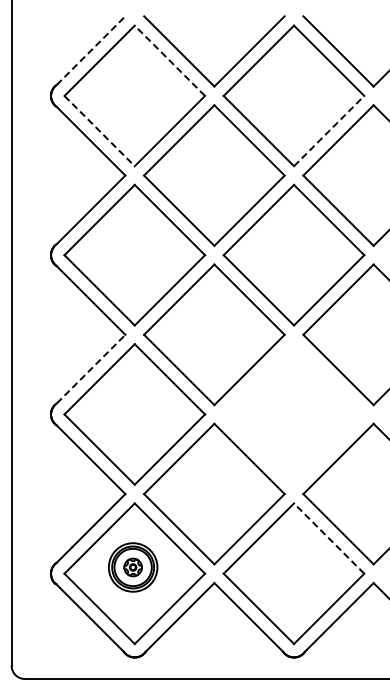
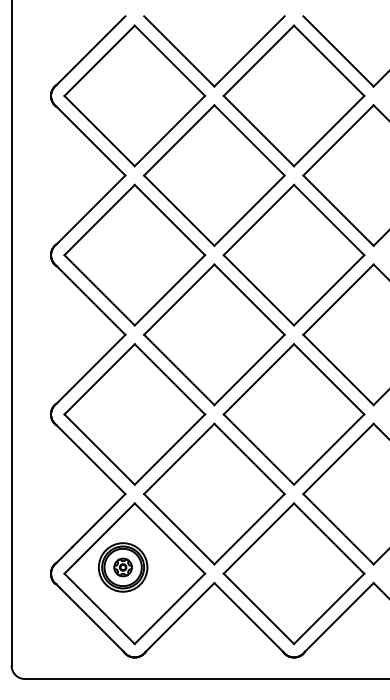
line at (91, 50): dashed -> solid
line at (169, 60): dashed -> solid
line at (99, 131): dashed -> solid
line at (329, 131): dashed -> solid
line at (91, 368): dashed -> solid
part at (293, 414): none -> present
line at (329, 538): dashed -> solid
part at (133, 567) position: (133, 567) -> (123, 567)
